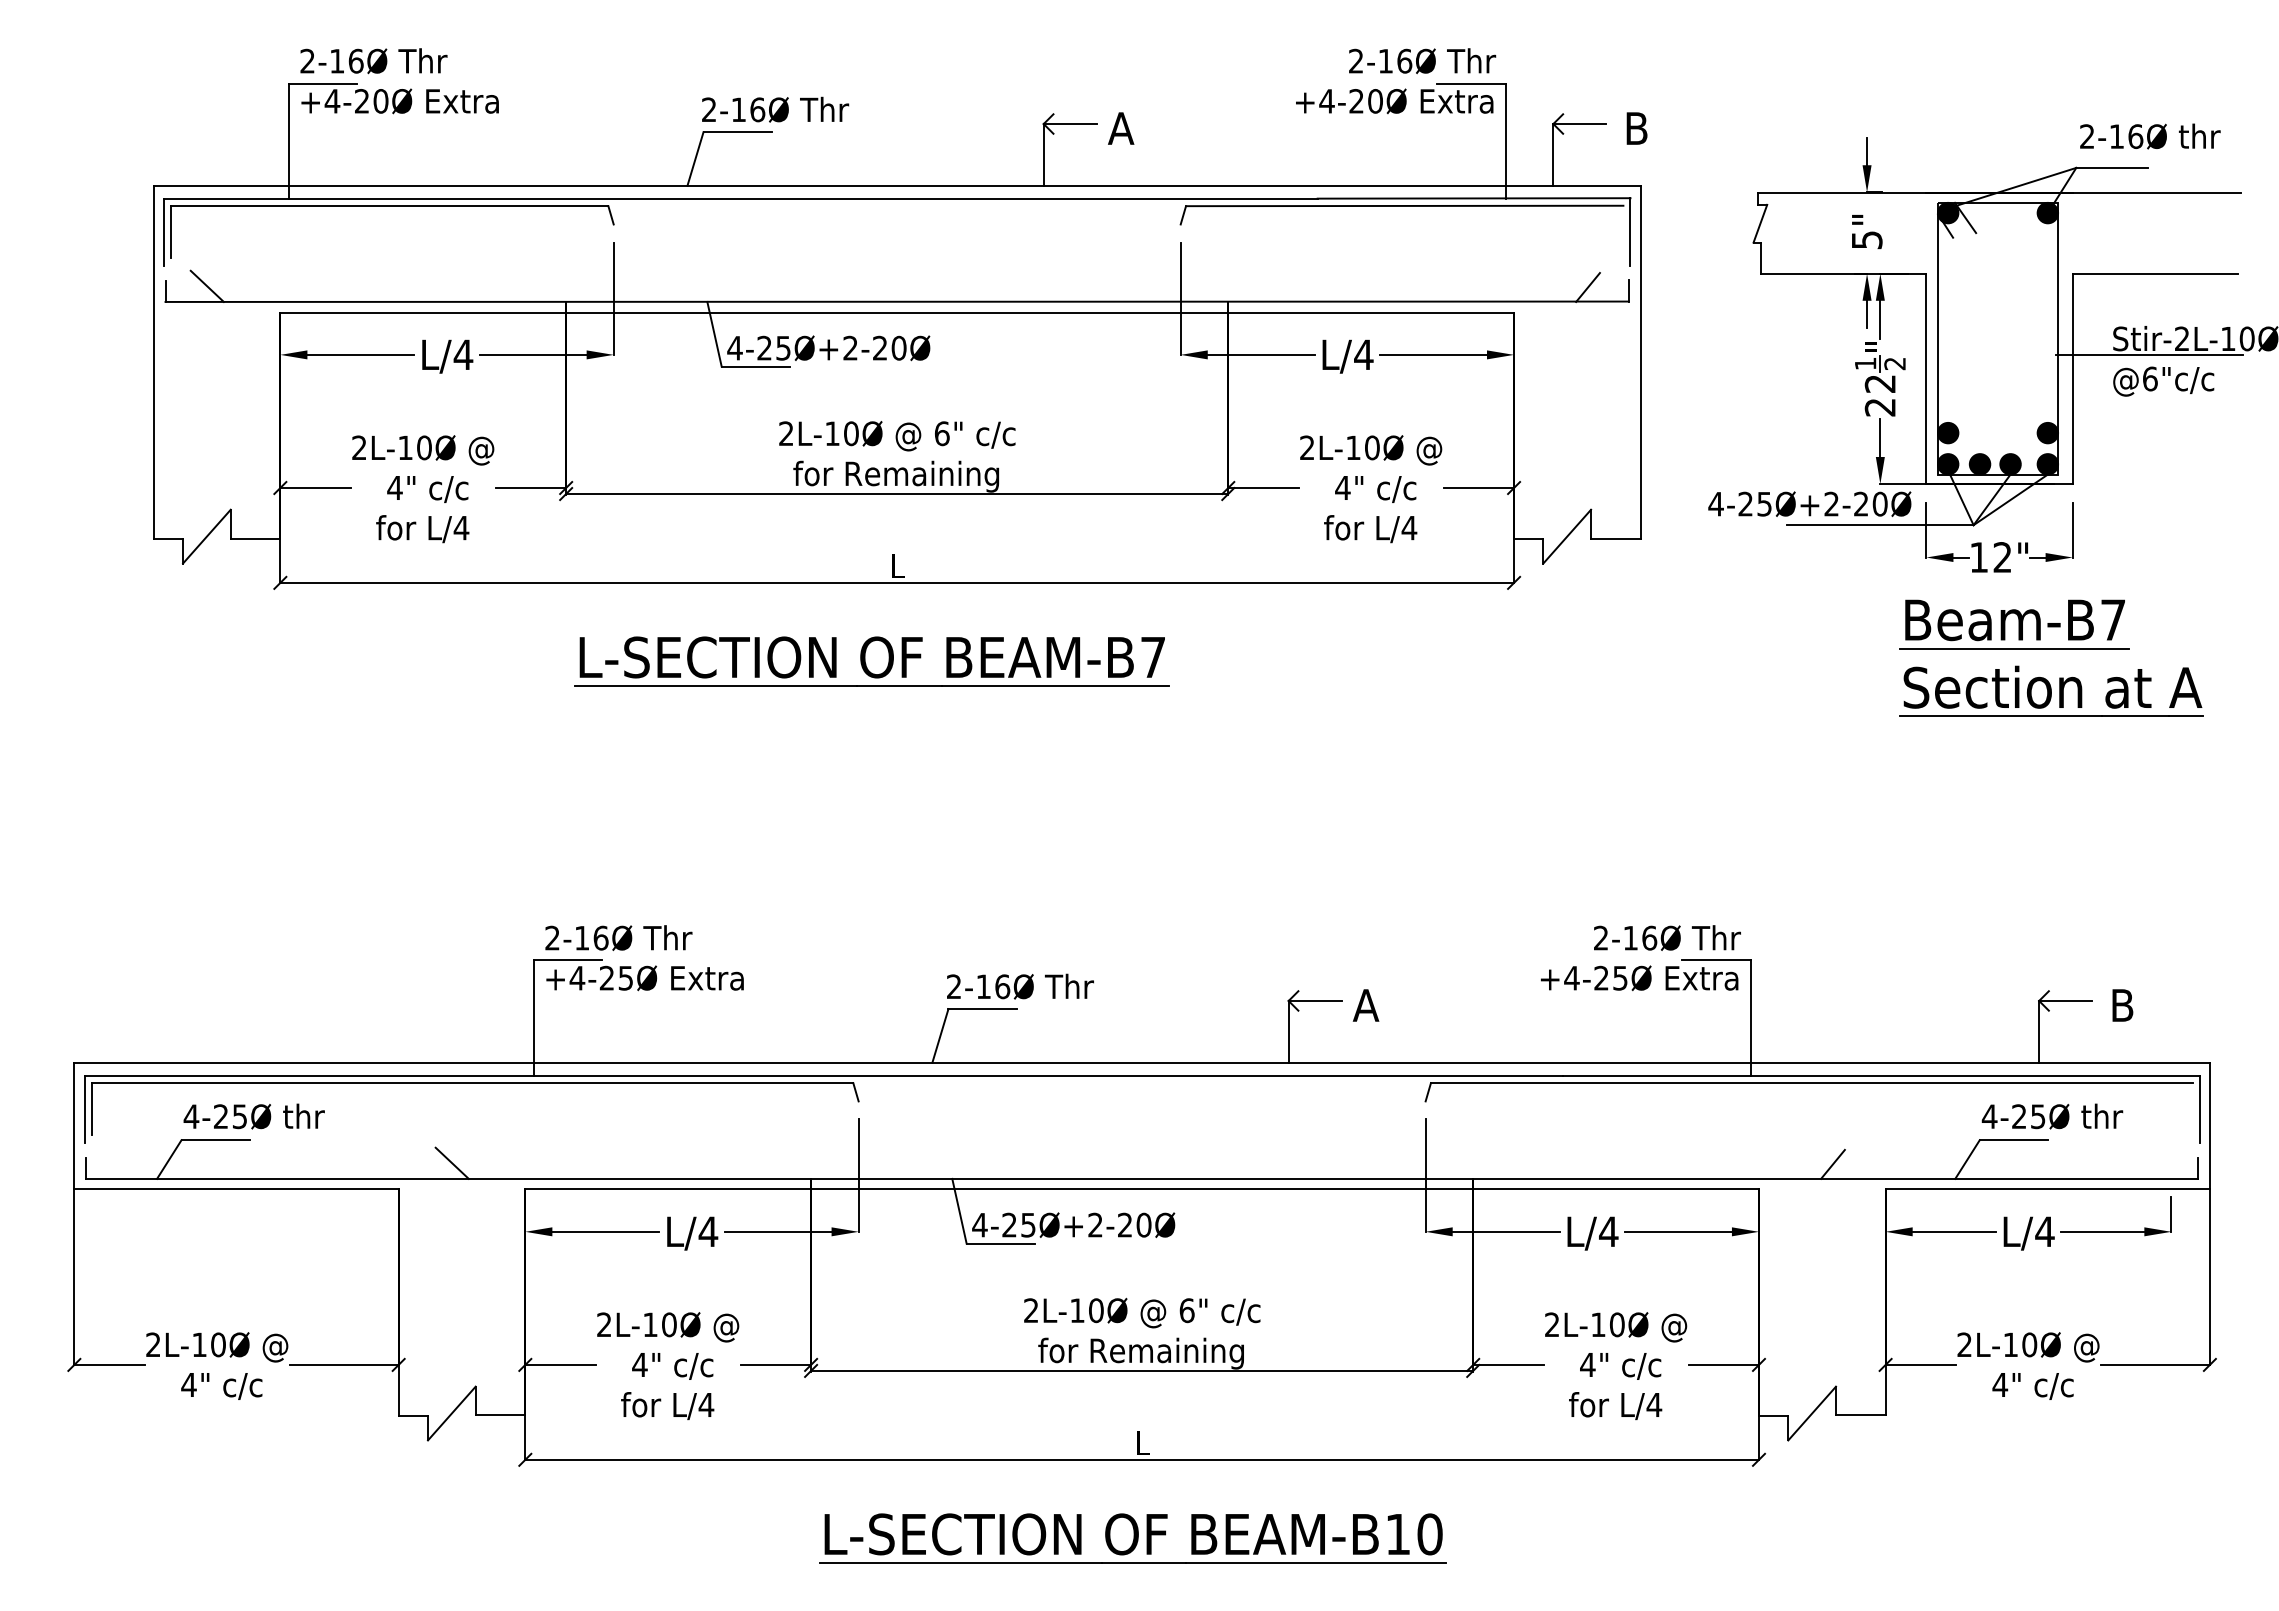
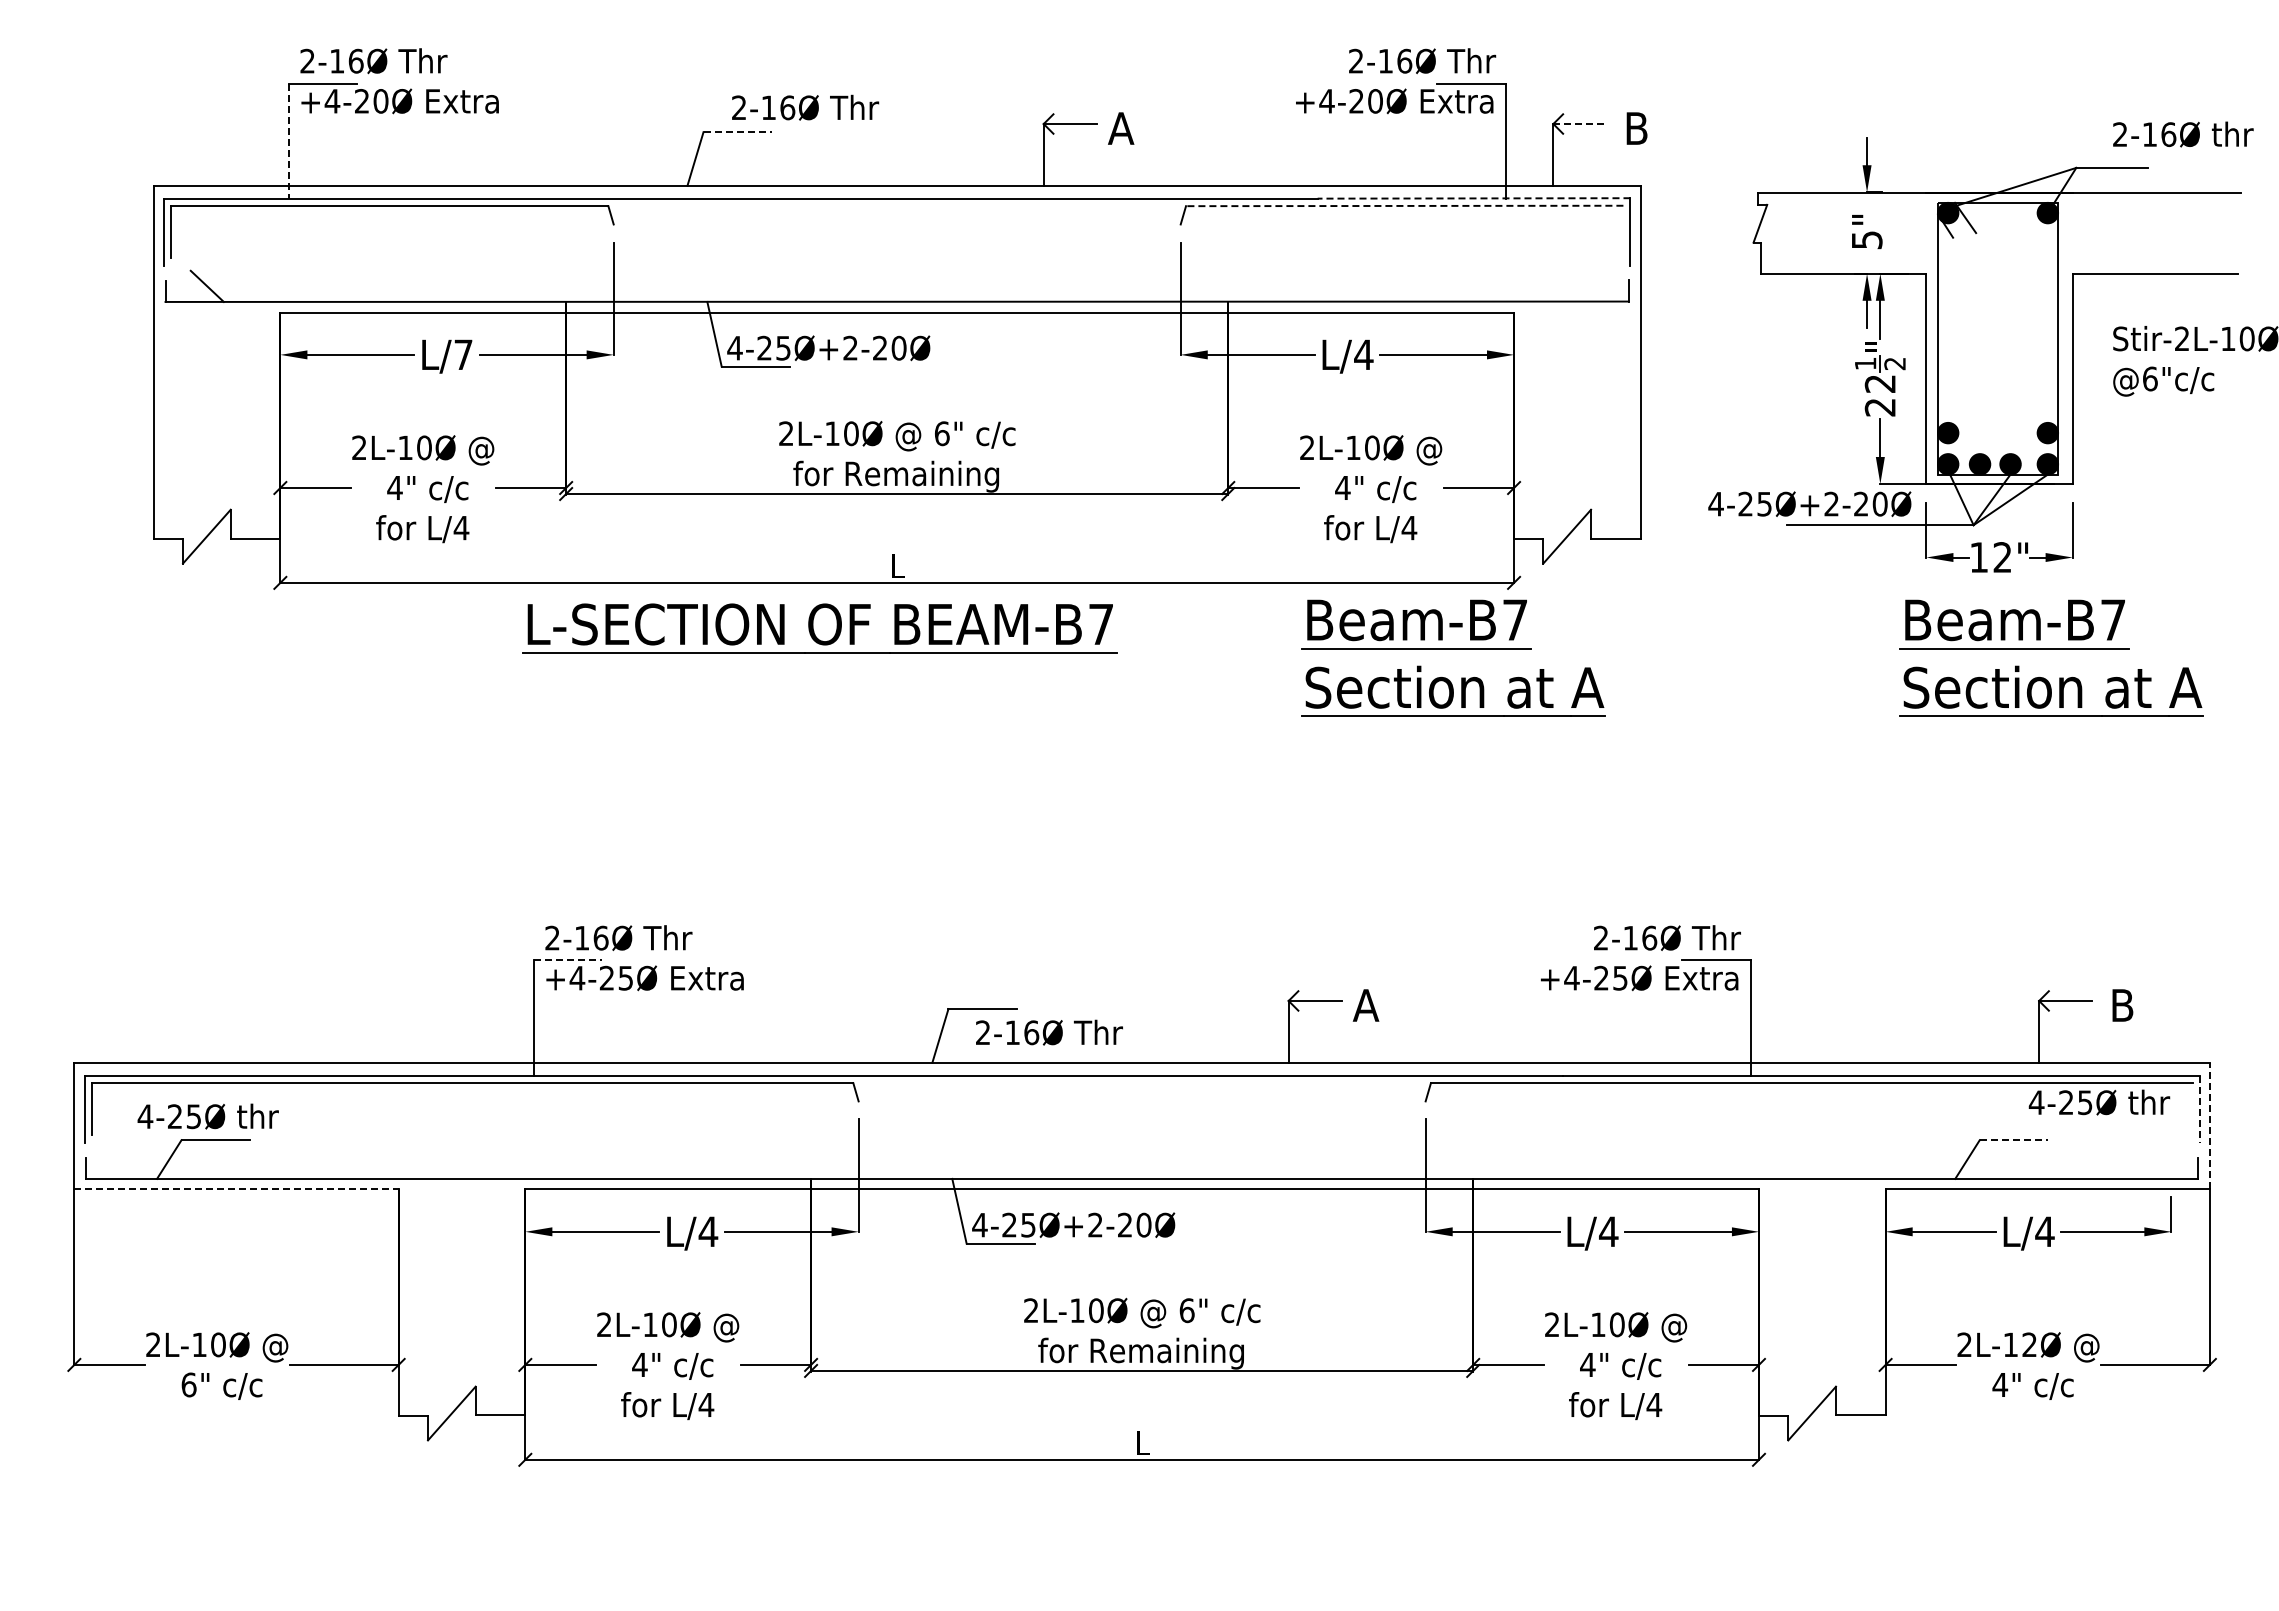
text at (775, 109) position: (775, 109) -> (805, 107)
line at (1580, 124): solid -> dashed
line at (738, 132): solid -> dashed
text at (2150, 136) position: (2150, 136) -> (2183, 134)
line at (288, 141): solid -> dashed
line at (1473, 198): solid -> dashed
line at (1404, 205): solid -> dashed
line at (1587, 287): present -> none
text at (463, 354): L/4 -> L/7
line at (2149, 355): present -> none
part at (1453, 649): none -> present
part at (871, 661) position: (871, 661) -> (819, 628)
line at (568, 960): solid -> dashed
text at (1020, 986) position: (1020, 986) -> (1049, 1032)
line at (2199, 1109): solid -> dashed
text at (253, 1116) position: (253, 1116) -> (207, 1116)
text at (2052, 1116) position: (2052, 1116) -> (2099, 1102)
line at (2209, 1125): solid -> dashed
line at (2014, 1140): solid -> dashed
line at (451, 1162): present -> none
line at (1832, 1163): present -> none
line at (237, 1189): solid -> dashed
text at (2029, 1344): 2L-10Ø -> 2L-12Ø
text at (188, 1384): 4" -> 6"
part at (1132, 1538): present -> none
